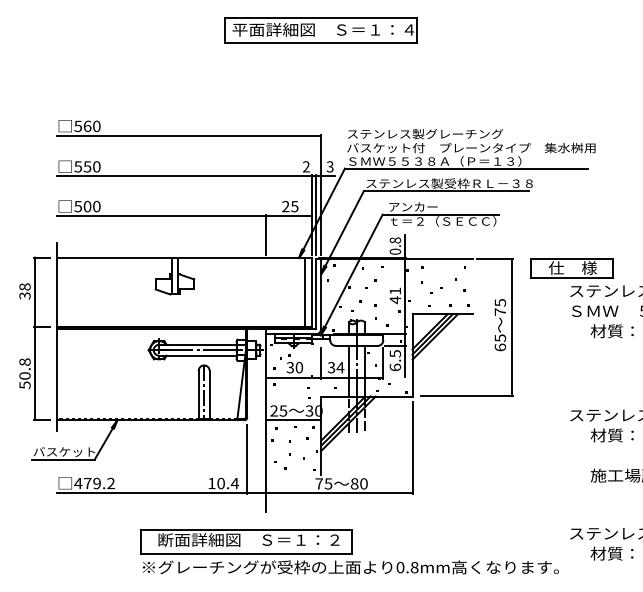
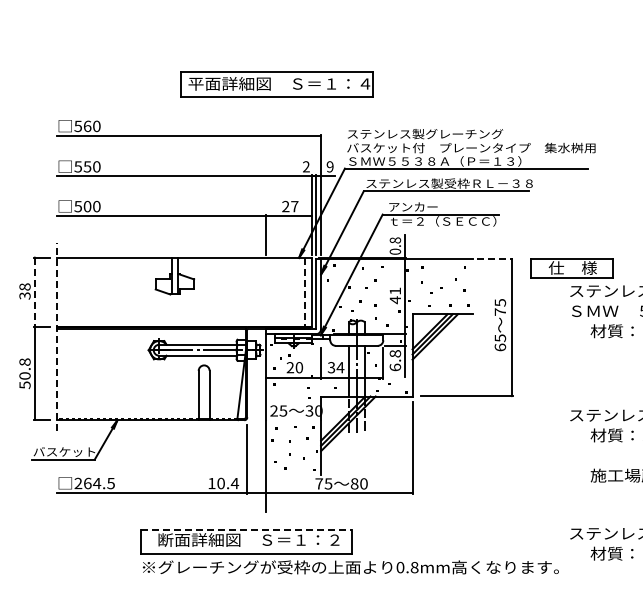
part at (320, 30) position: (320, 30) -> (276, 84)
text at (329, 166): 3 -> 9
text at (294, 206): 25 -> 27
line at (495, 259): solid -> dashed
line at (34, 292): solid -> dashed
line at (304, 292): solid -> dashed
line at (56, 336): solid -> dashed
text at (394, 353): 6.5 -> 6.8
text at (290, 367): 30 -> 20
line at (204, 392): present -> none
line at (293, 420): present -> none
text at (94, 483): 479.2 -> 264.5
line at (246, 529): solid -> dashed
